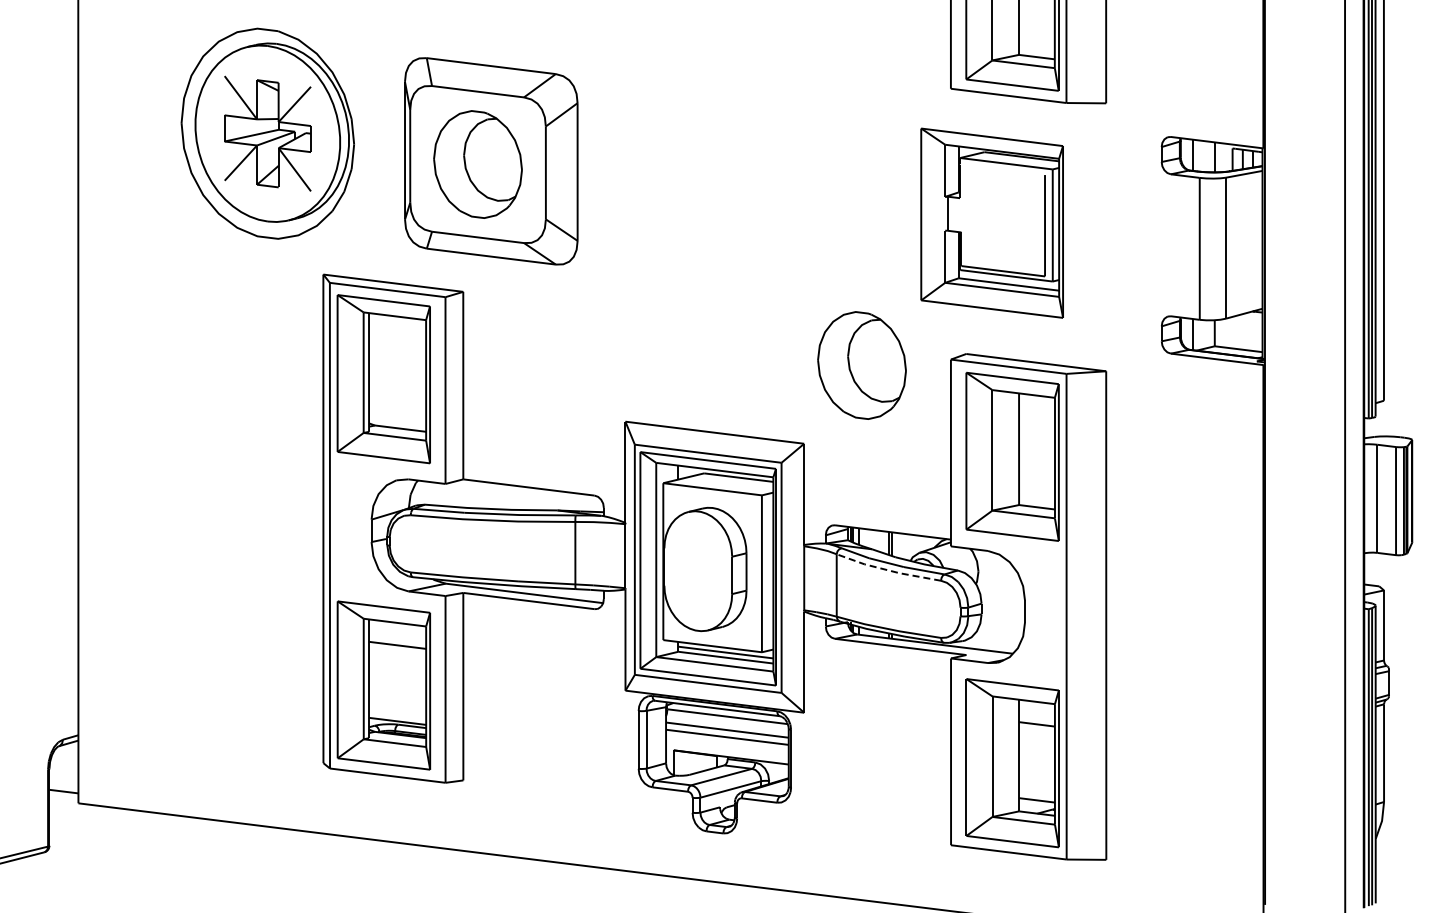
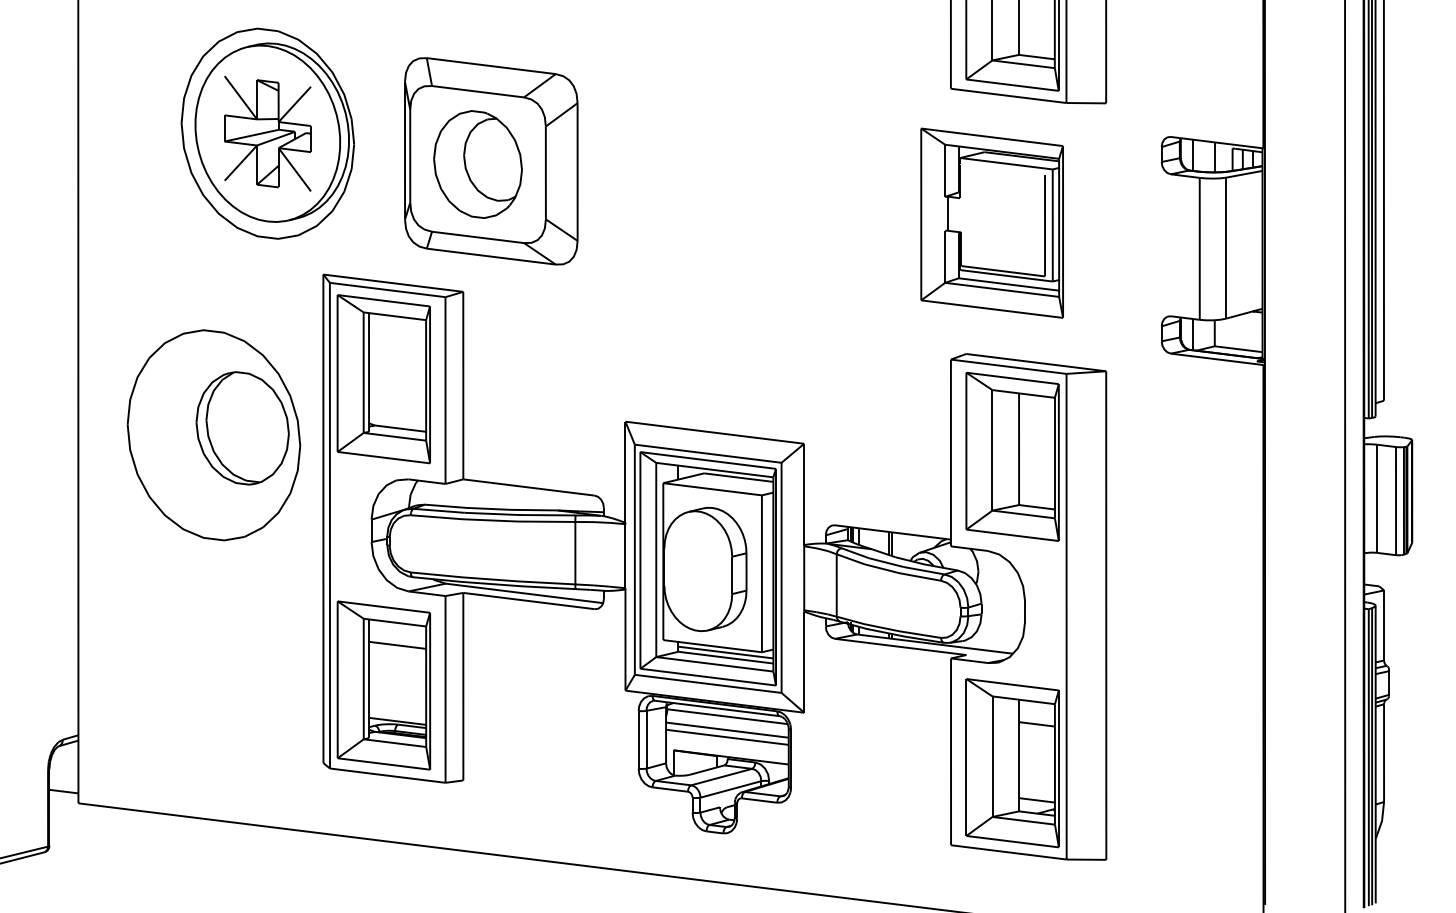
part at (861, 365): present -> none
part at (213, 435): none -> present
line at (888, 570): dashed -> solid
